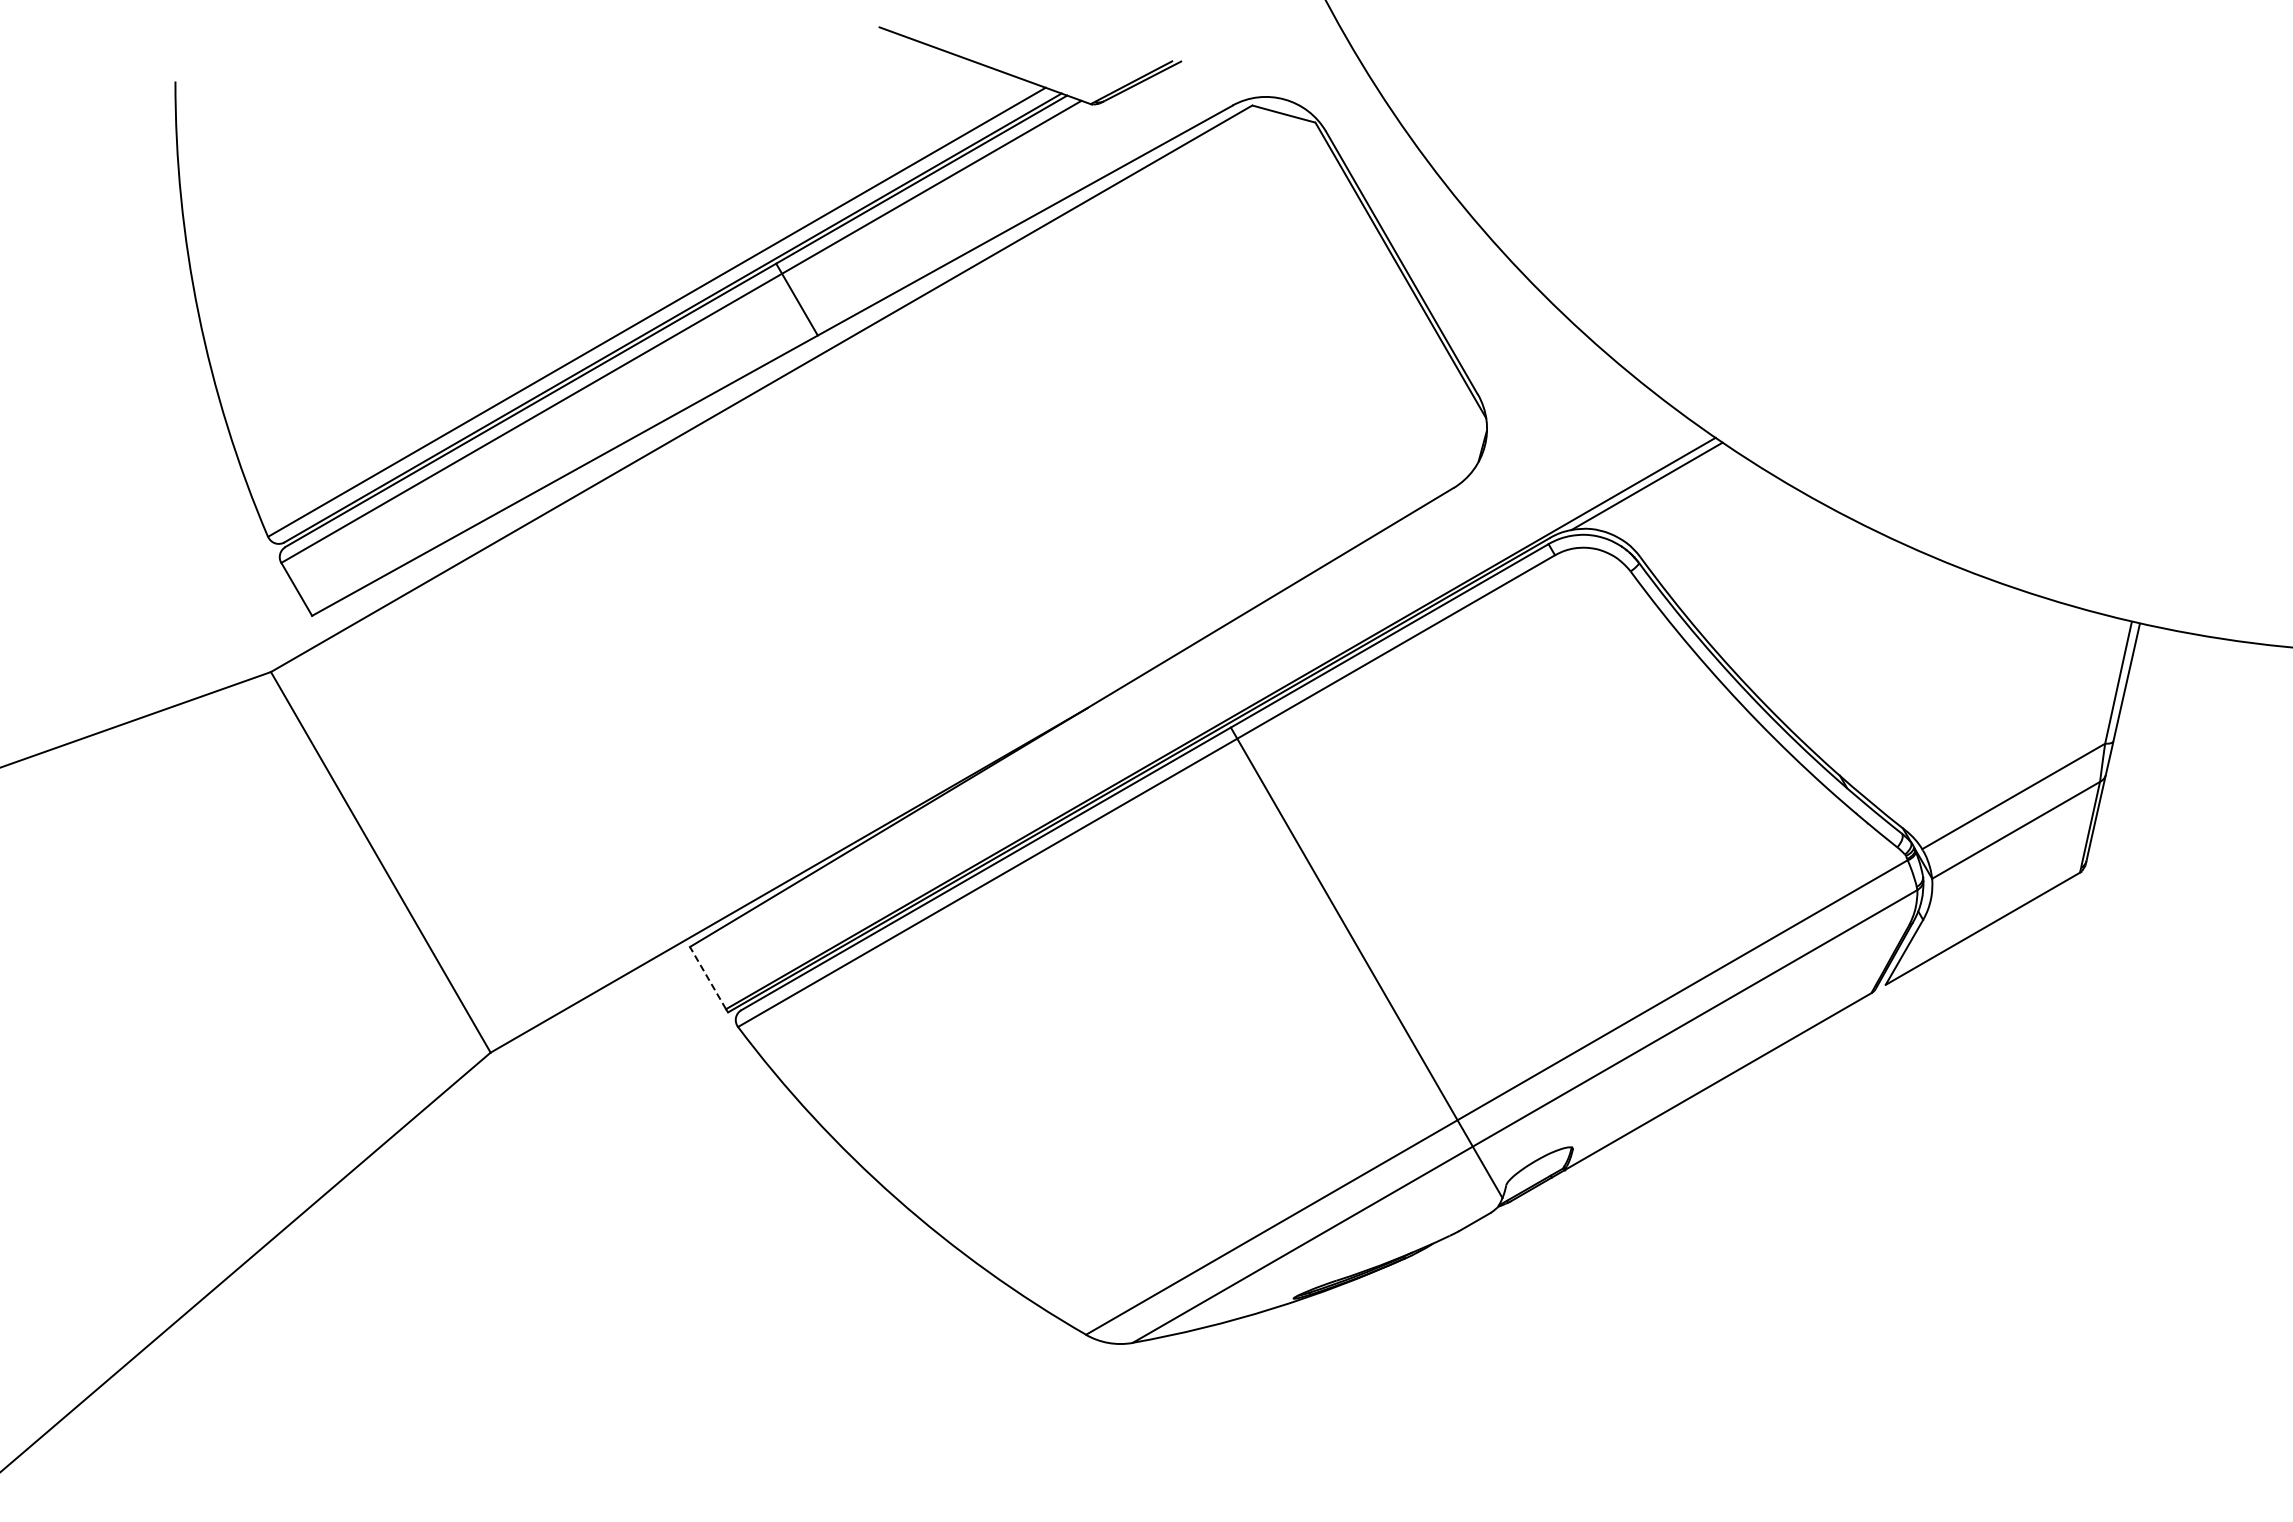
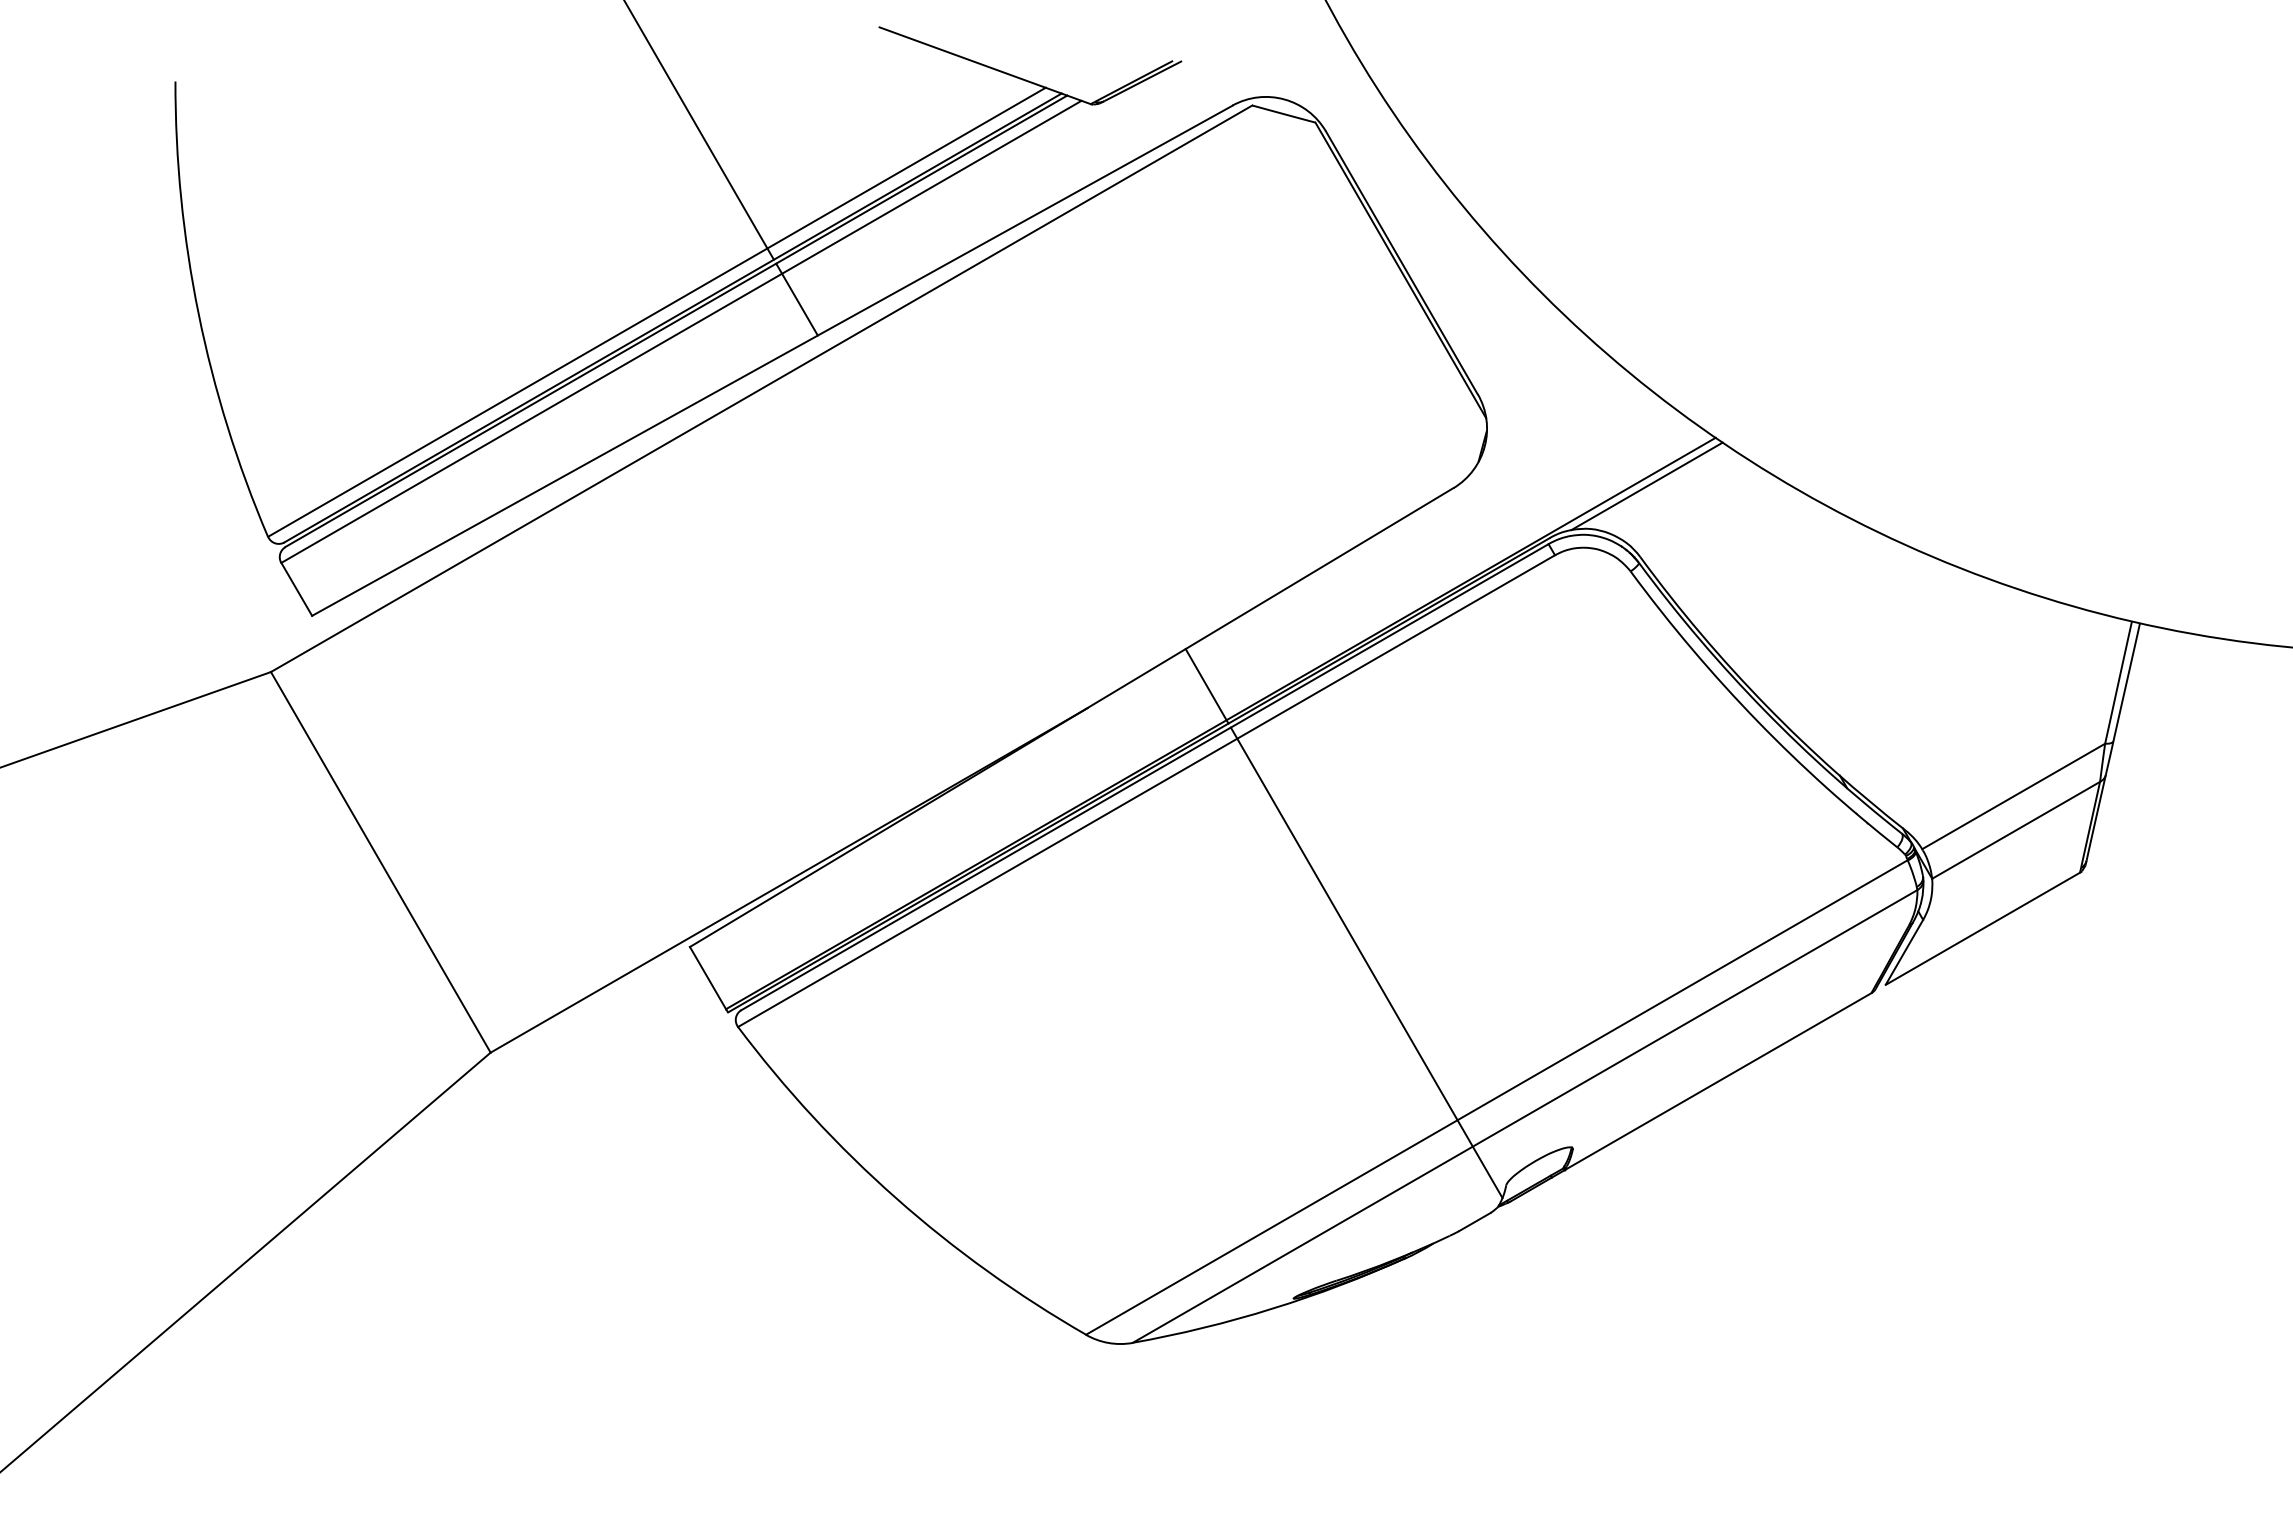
line at (699, 130): none -> present
line at (1206, 686): none -> present
line at (708, 978): dashed -> solid
